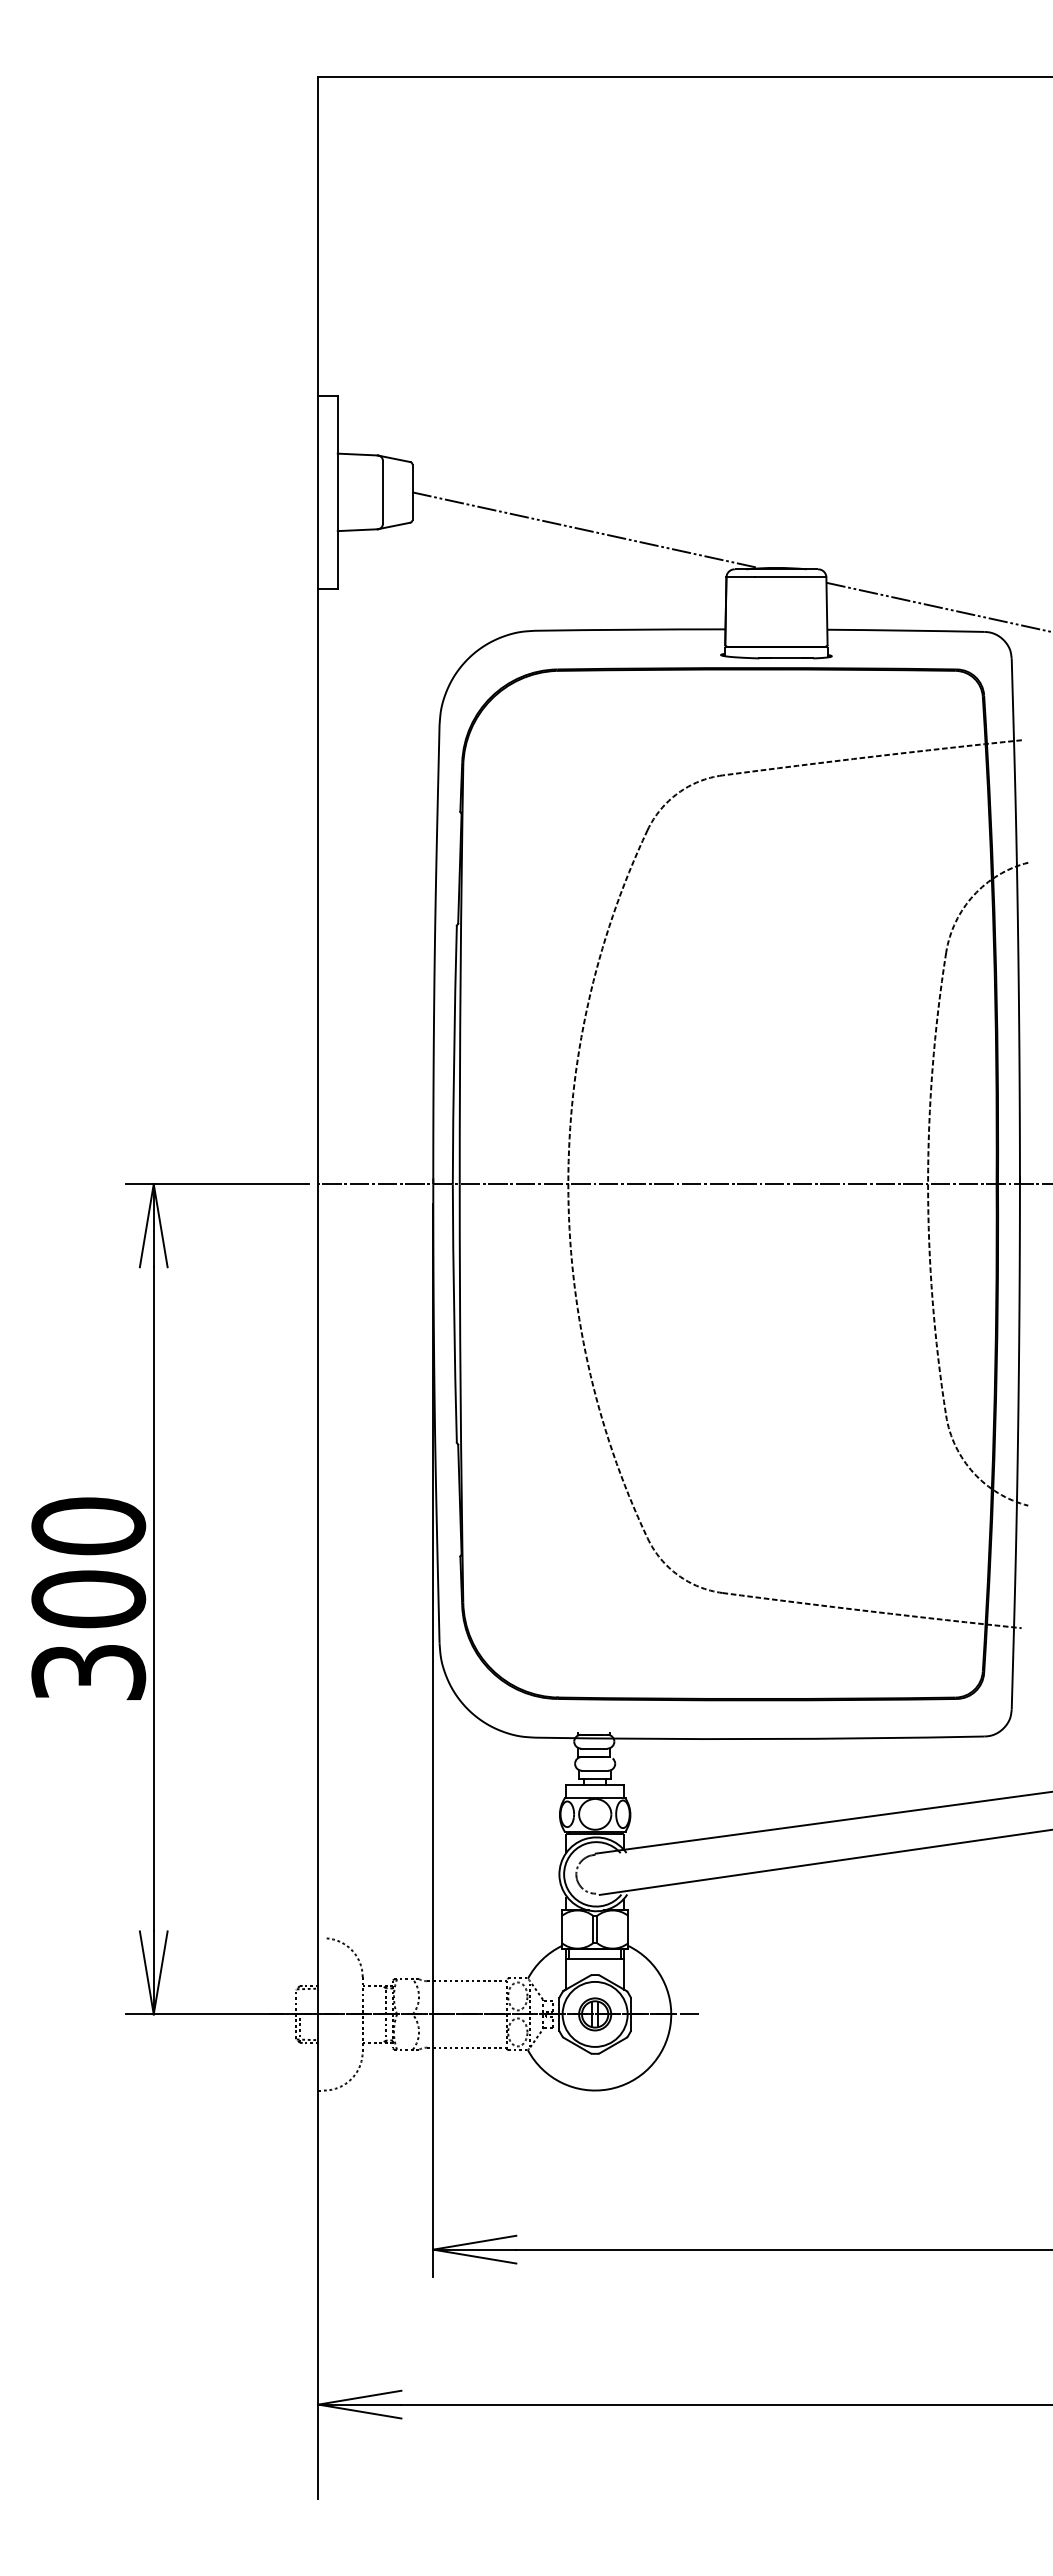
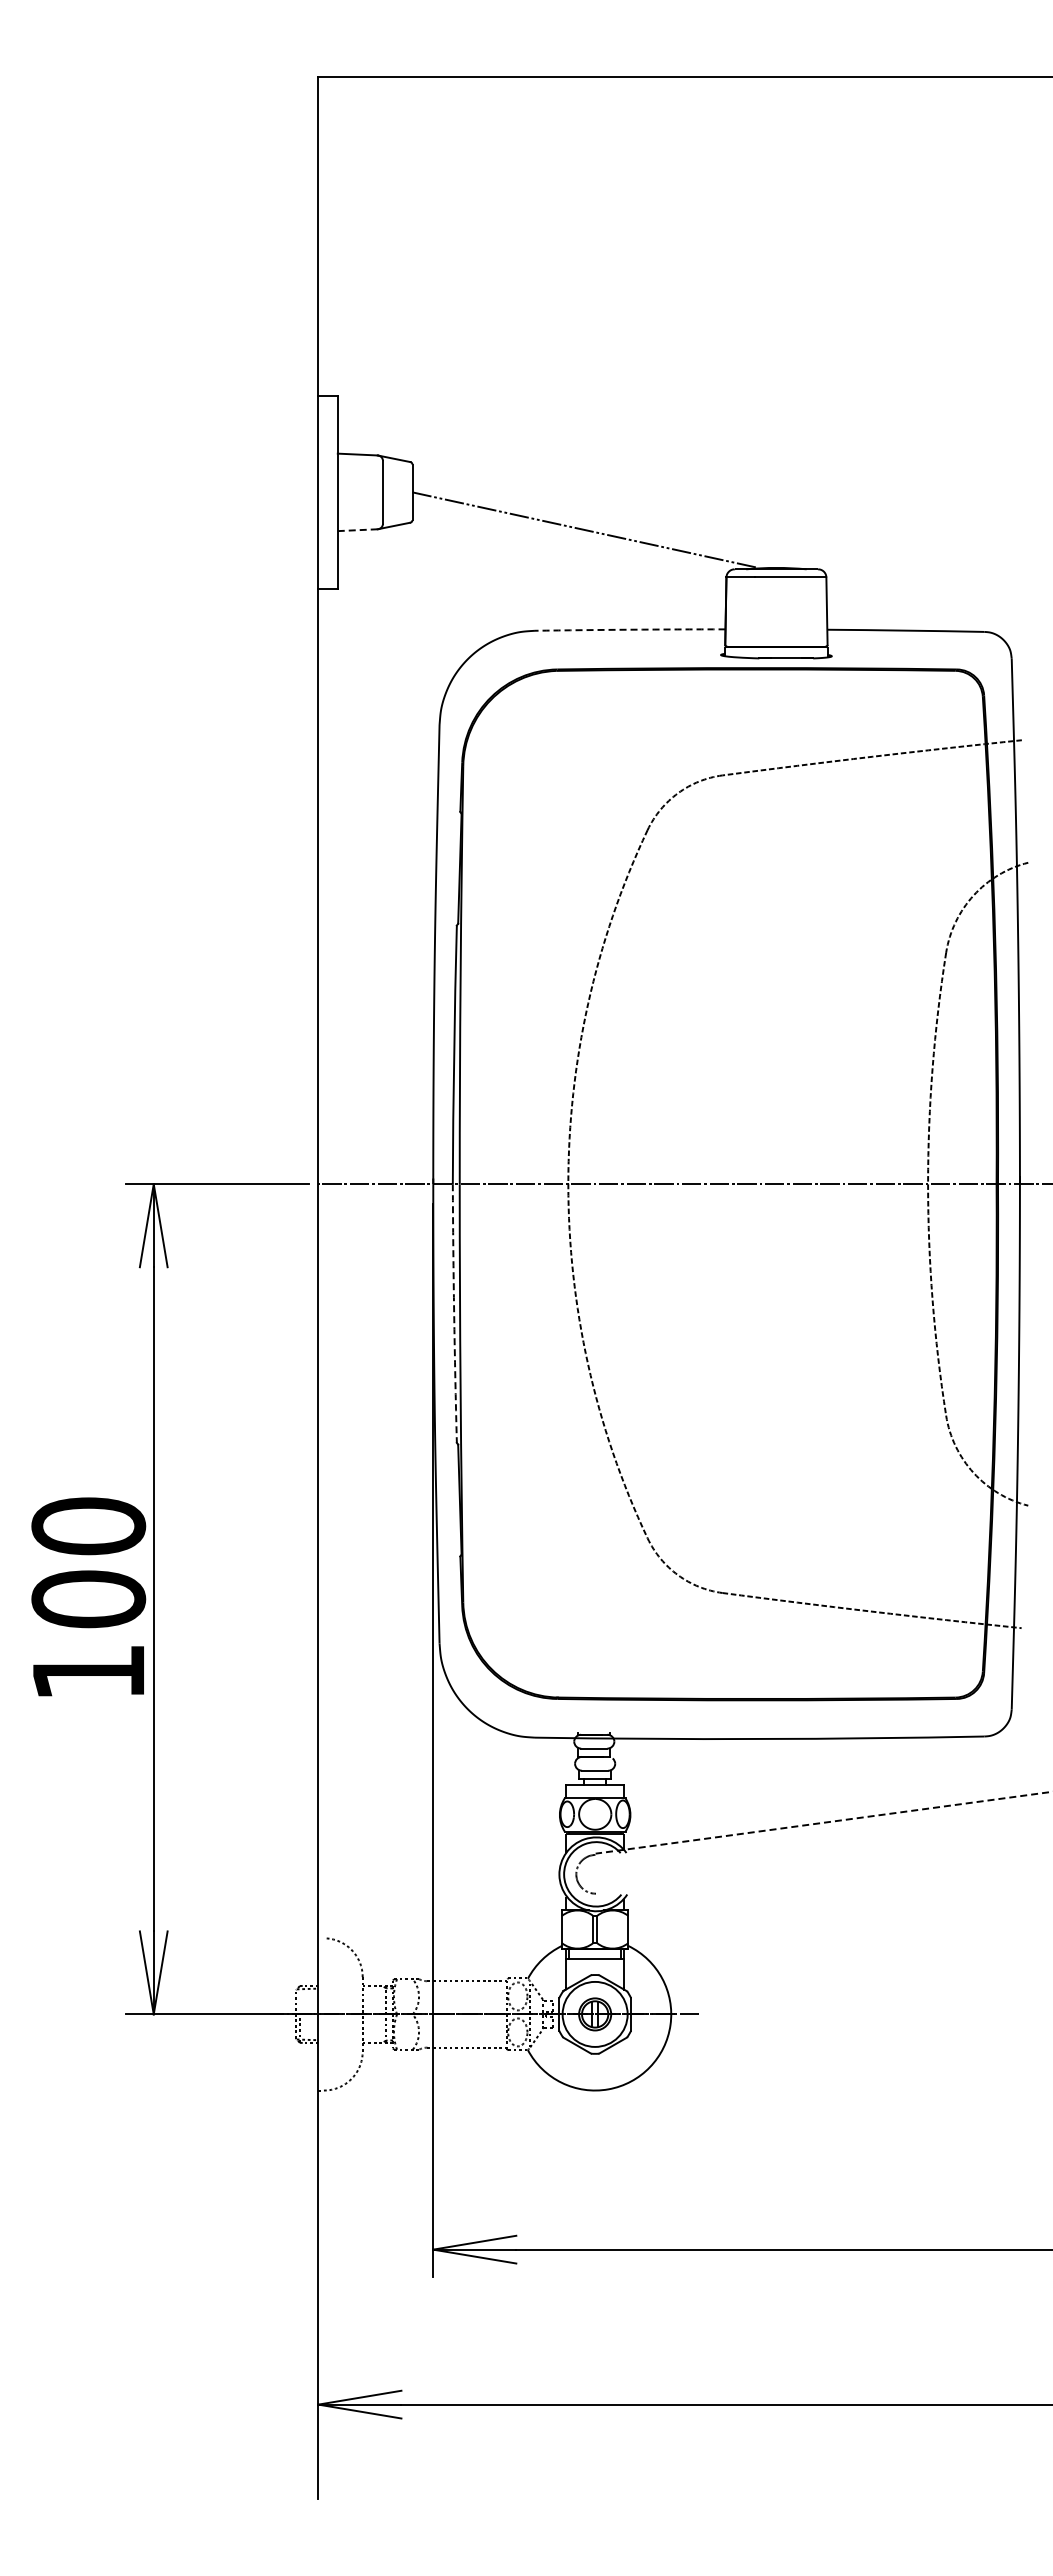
line at (357, 530): solid -> dashed
line at (937, 606): present -> none
arc at (630, 629): solid -> dashed
arc at (454, 1313): solid -> dashed
text at (88, 1672): 300 -> 100
line at (823, 1822): solid -> dashed
line at (824, 1862): present -> none
